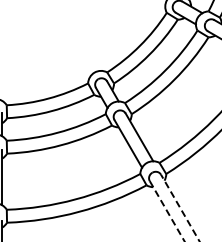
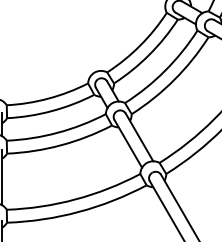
line at (180, 208): dashed -> solid
line at (167, 211): dashed -> solid
